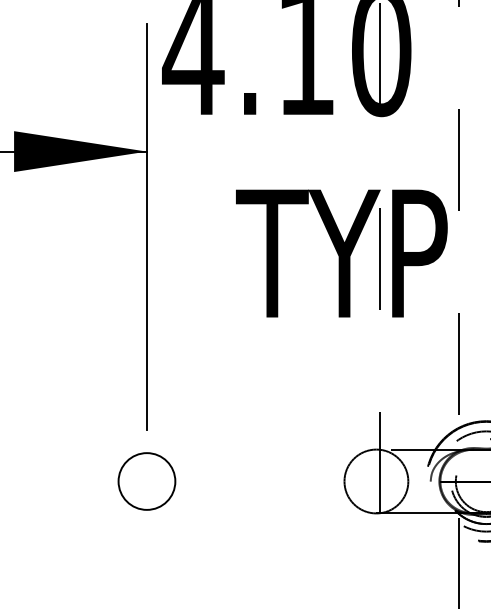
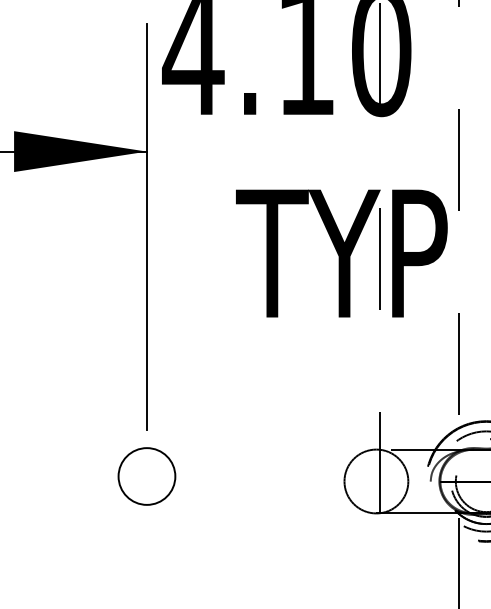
circle at (146, 481) position: (146, 481) -> (146, 476)
